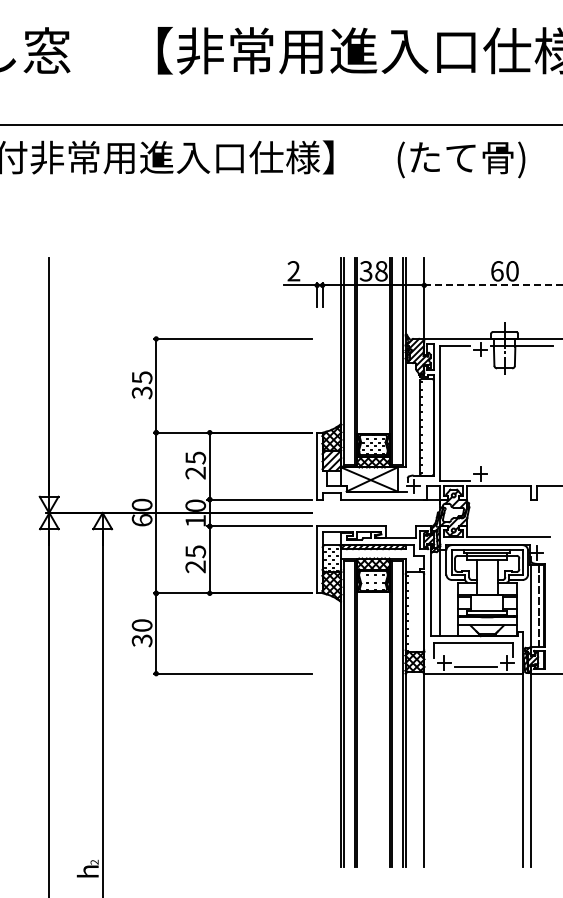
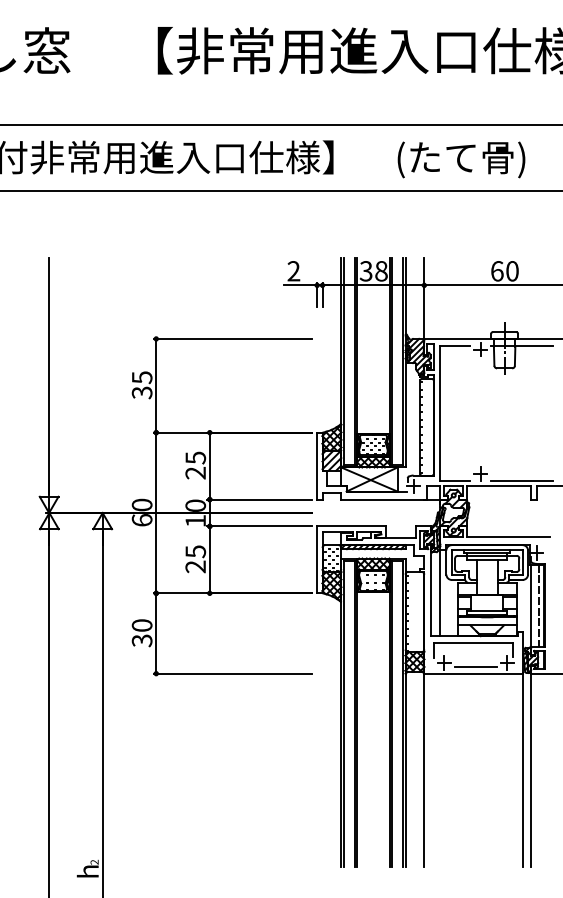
line at (280, 191): none -> present
line at (493, 285): dashed -> solid
line at (522, 480): none -> present
